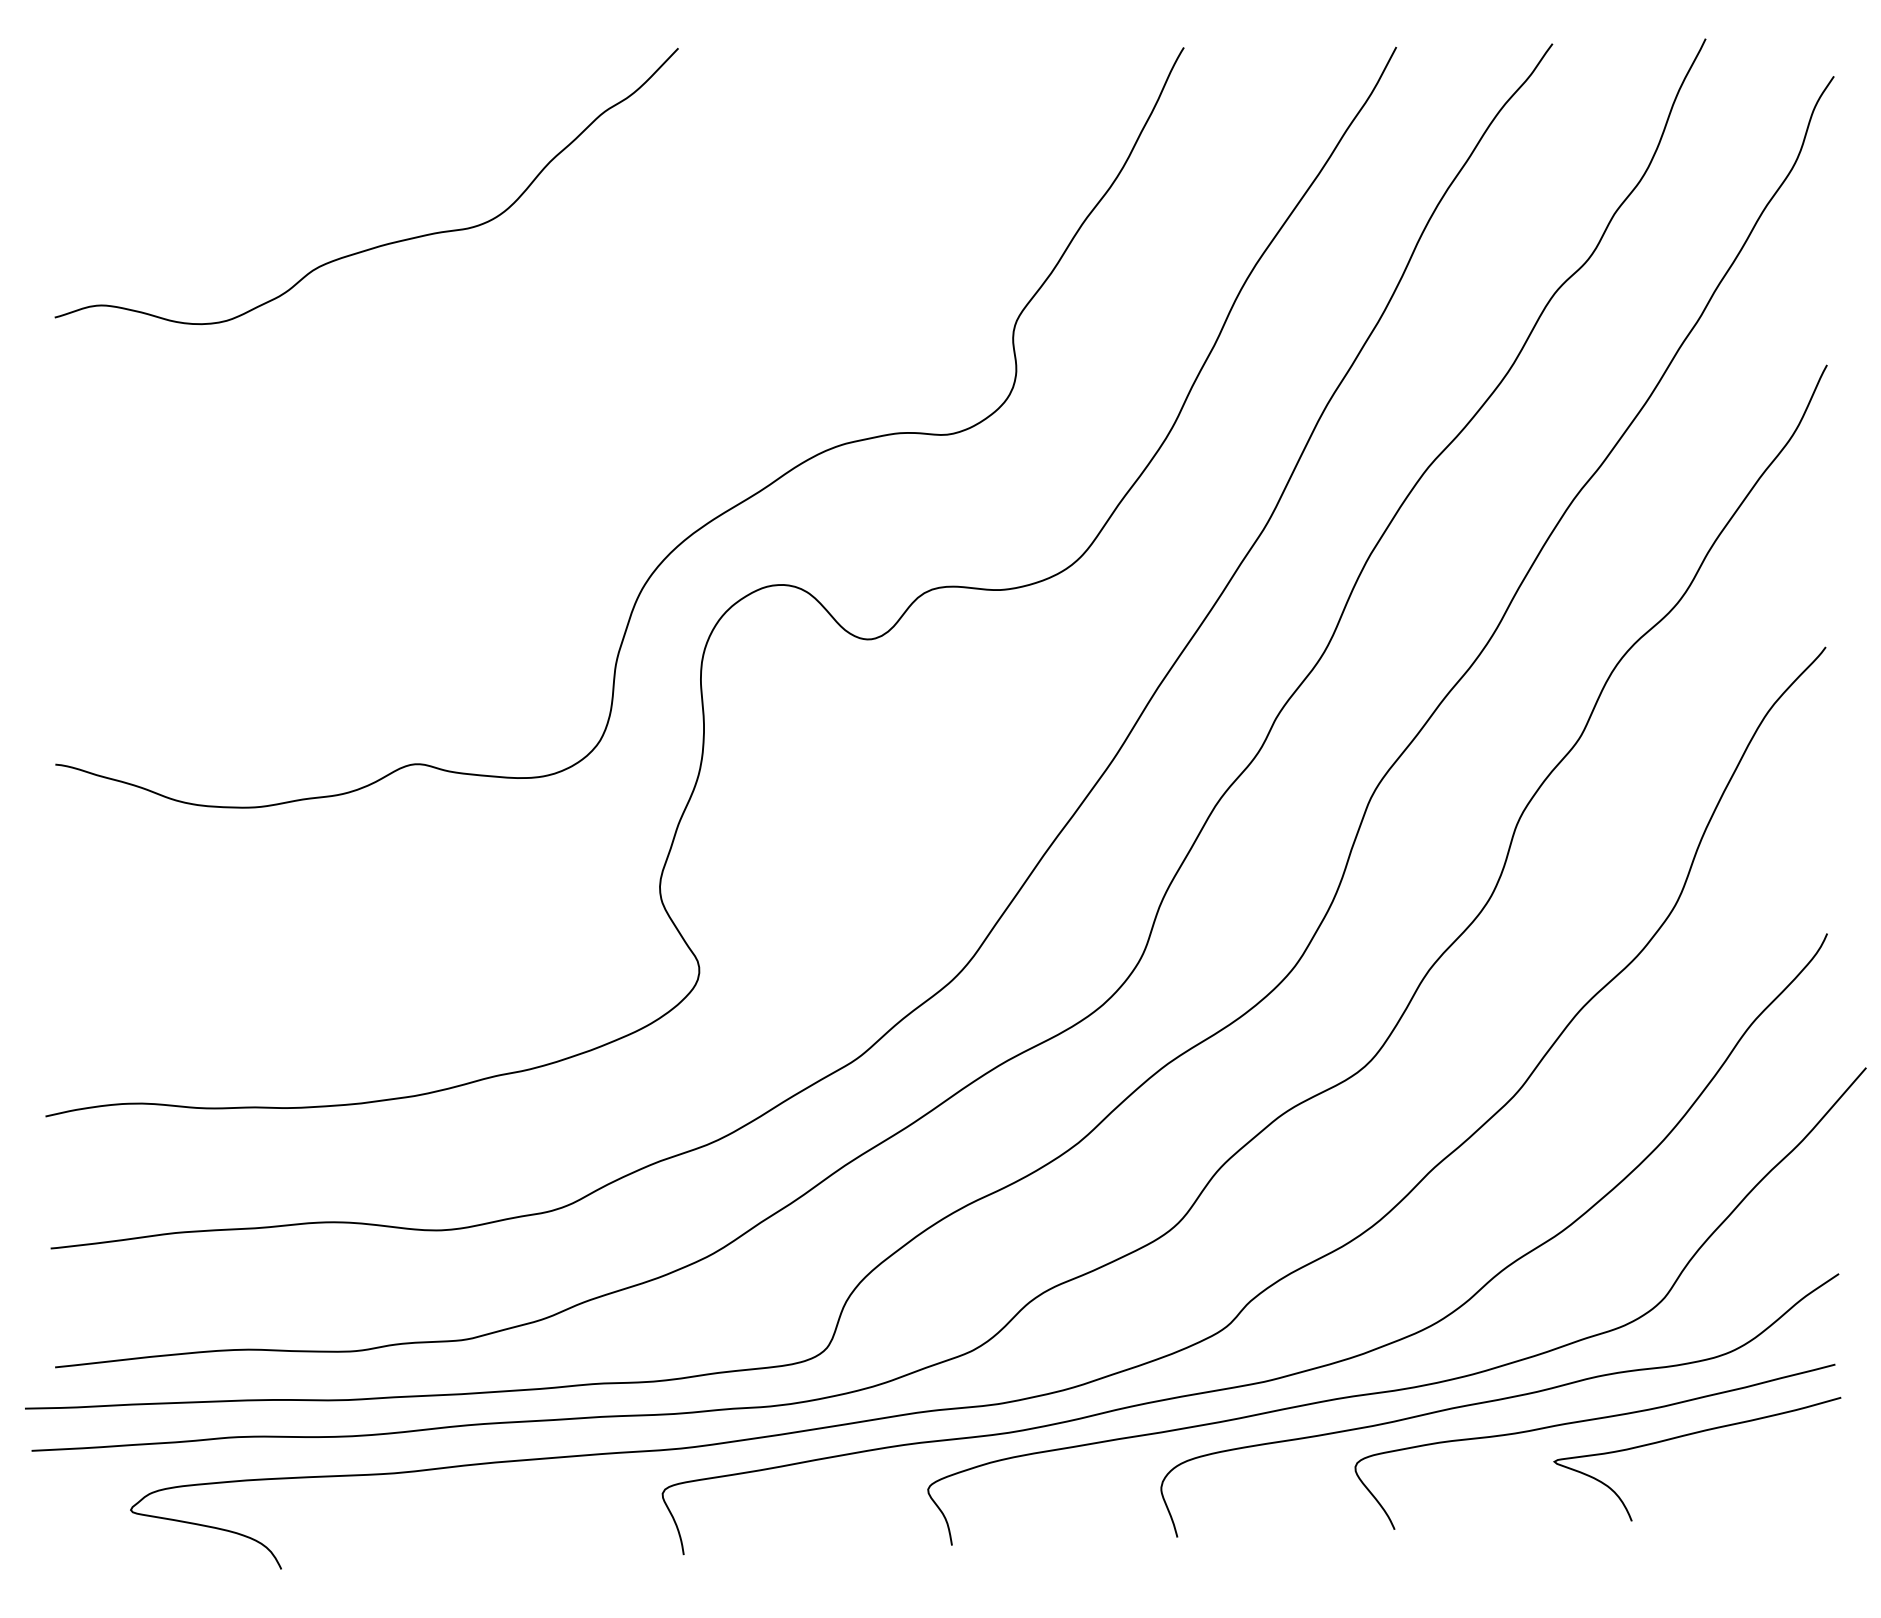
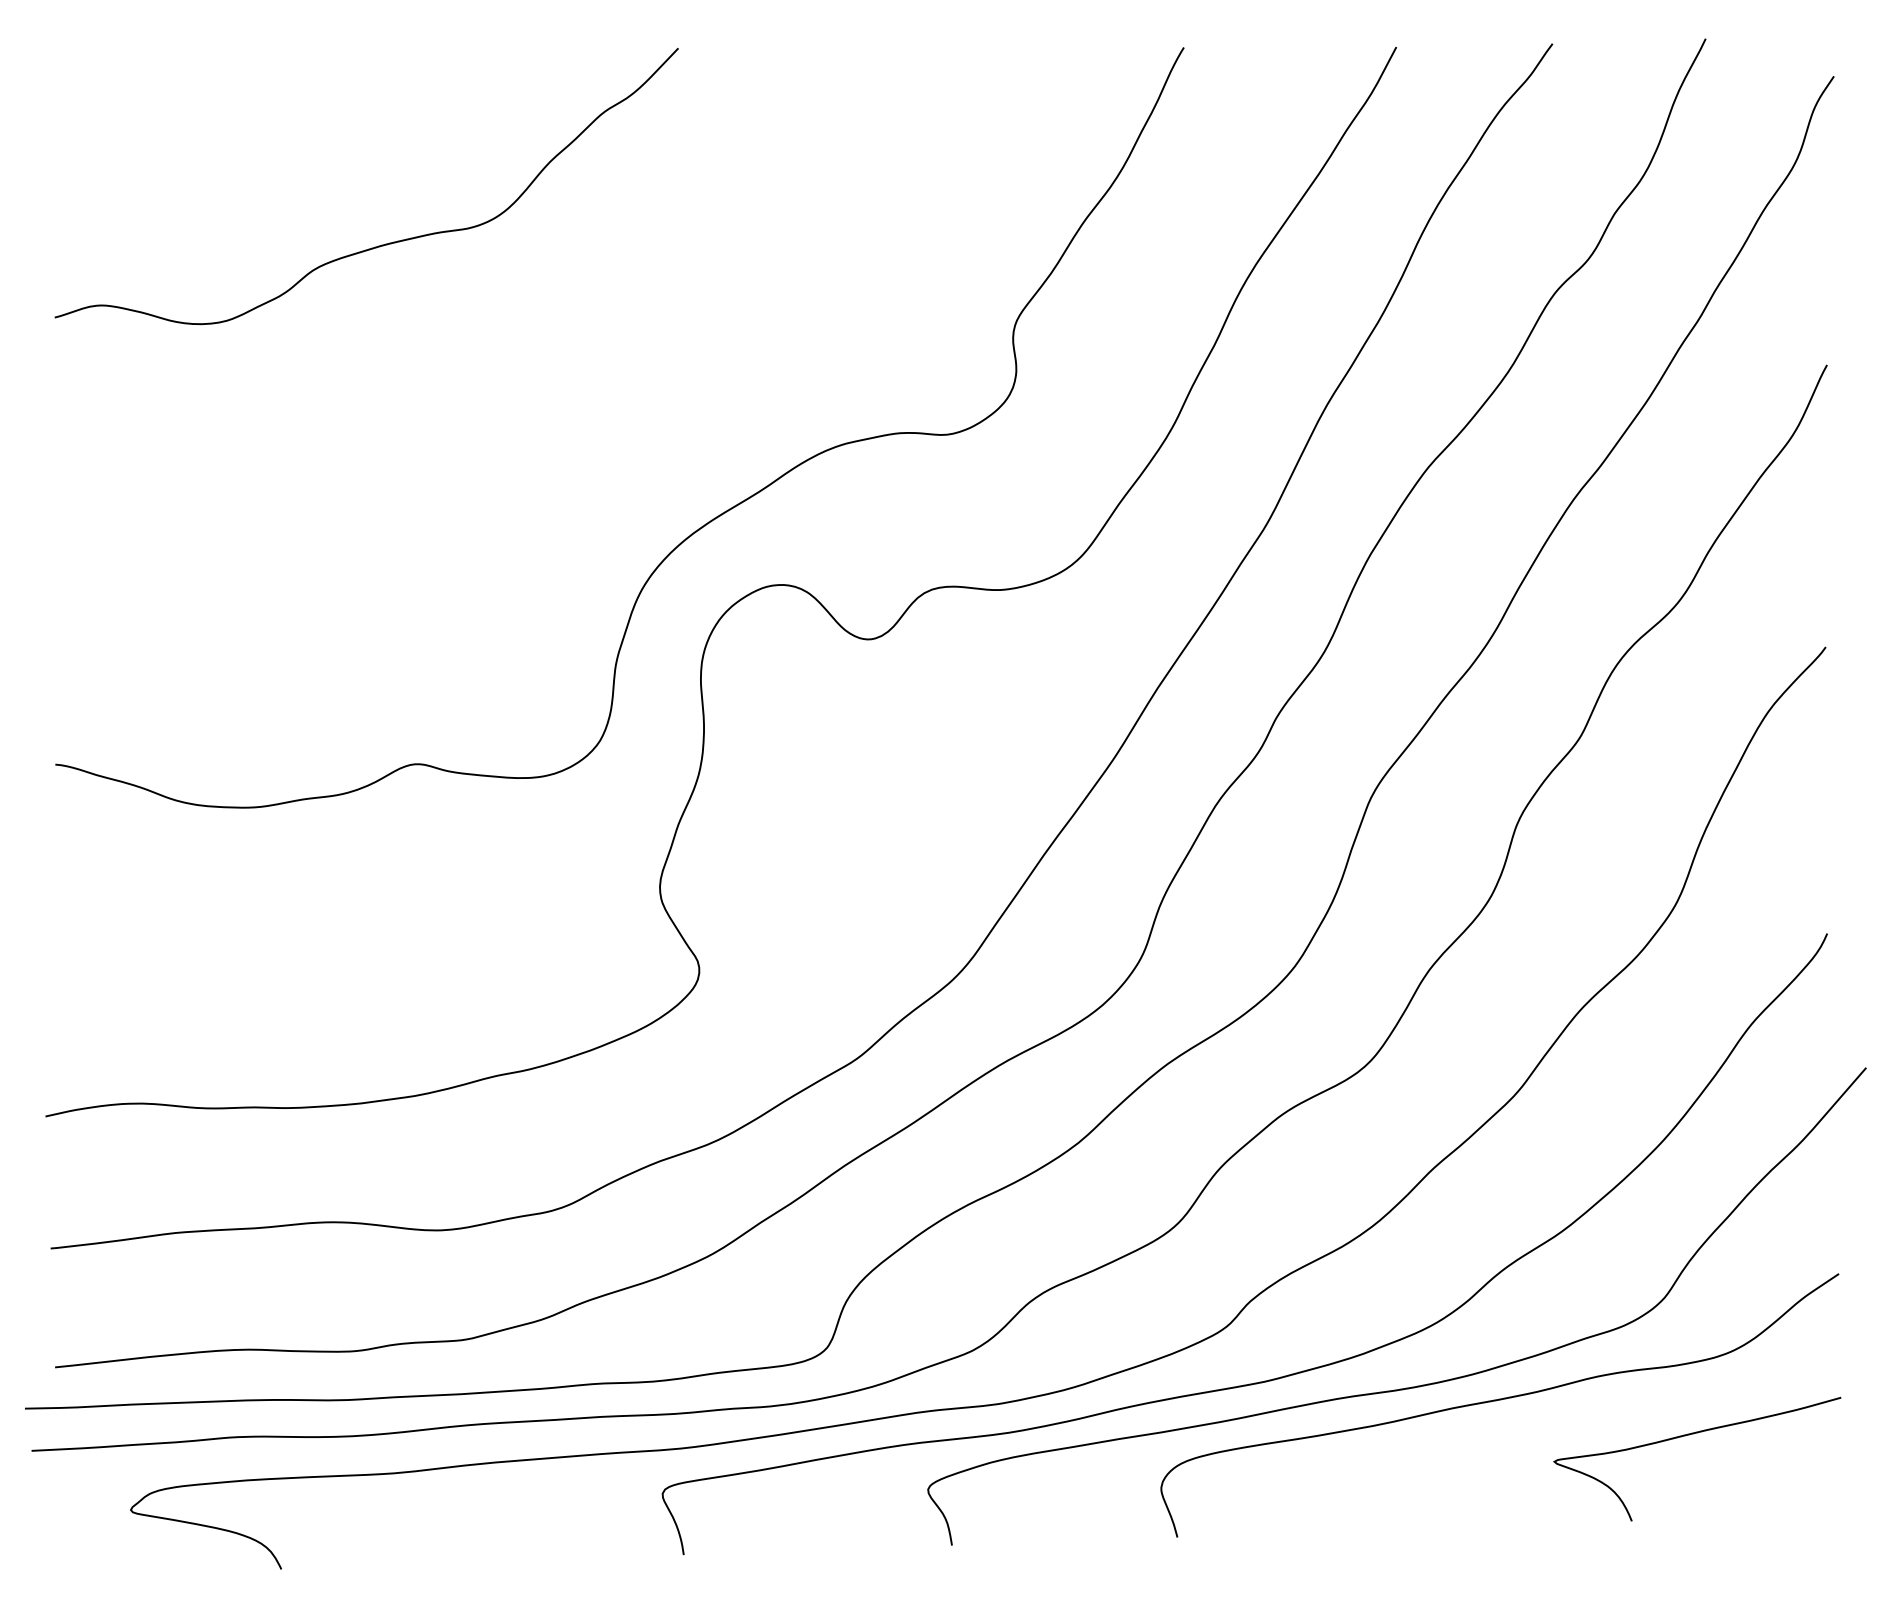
curve at (1588, 1421): present -> none
